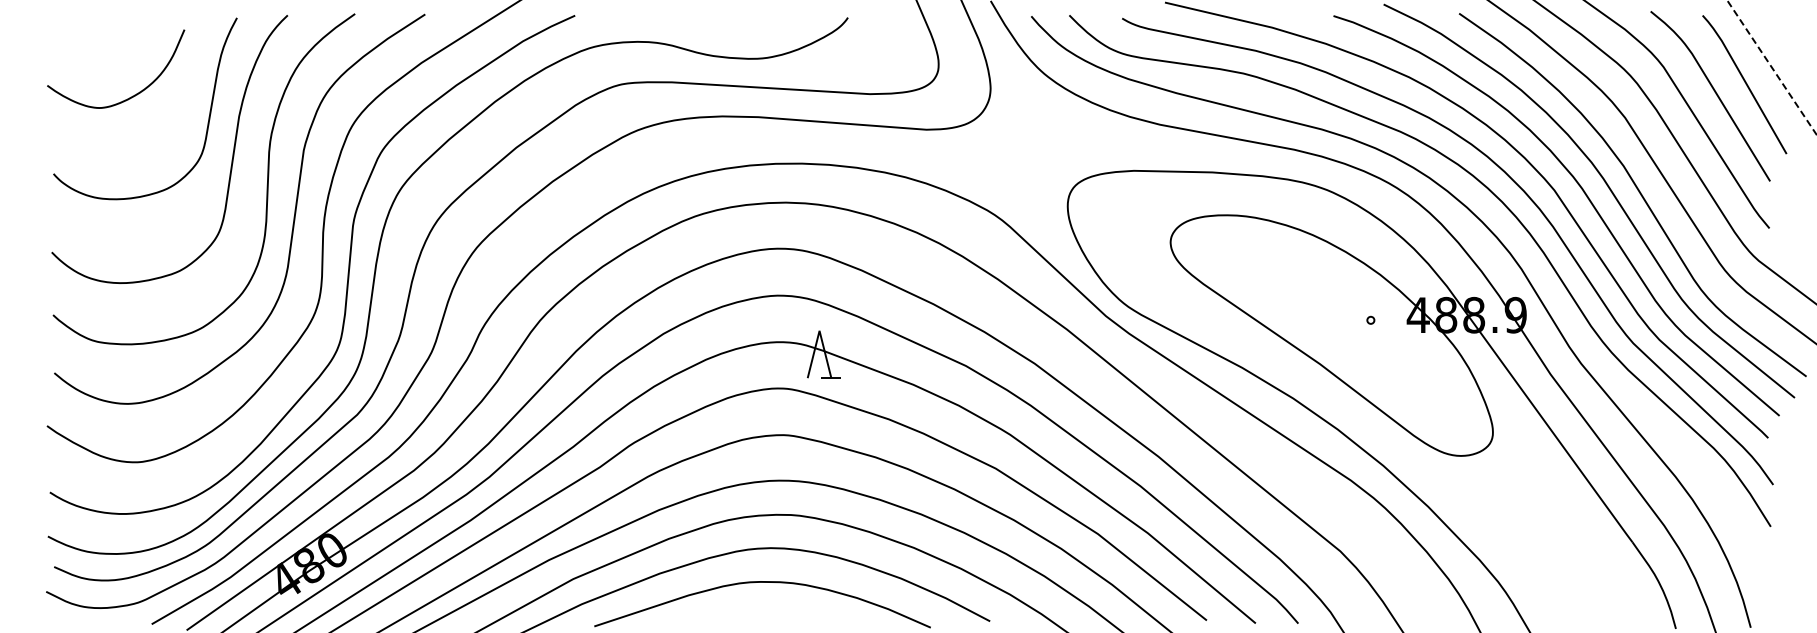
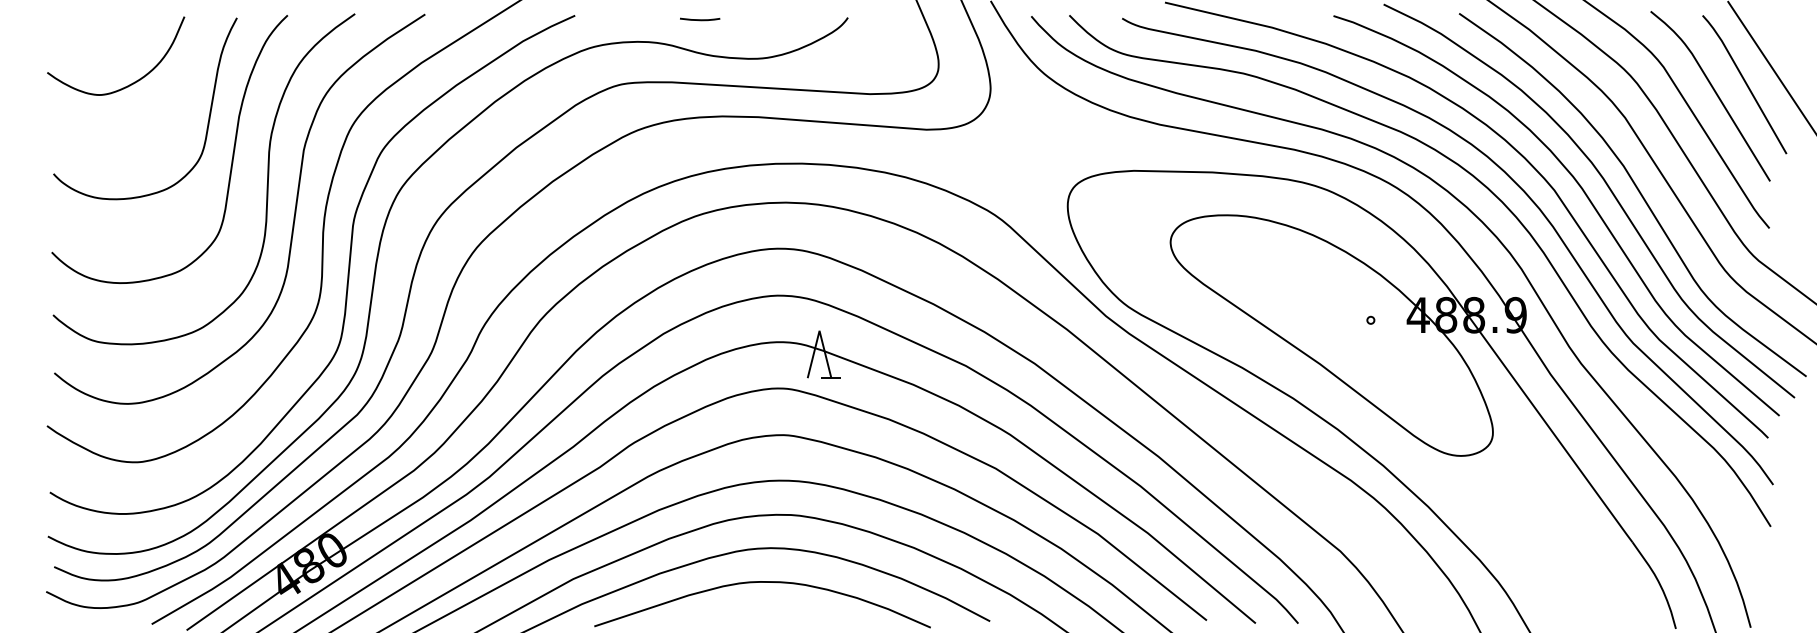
curve at (700, 19): none -> present
line at (1772, 68): dashed -> solid
curve at (132, 95) position: (132, 95) -> (132, 82)
